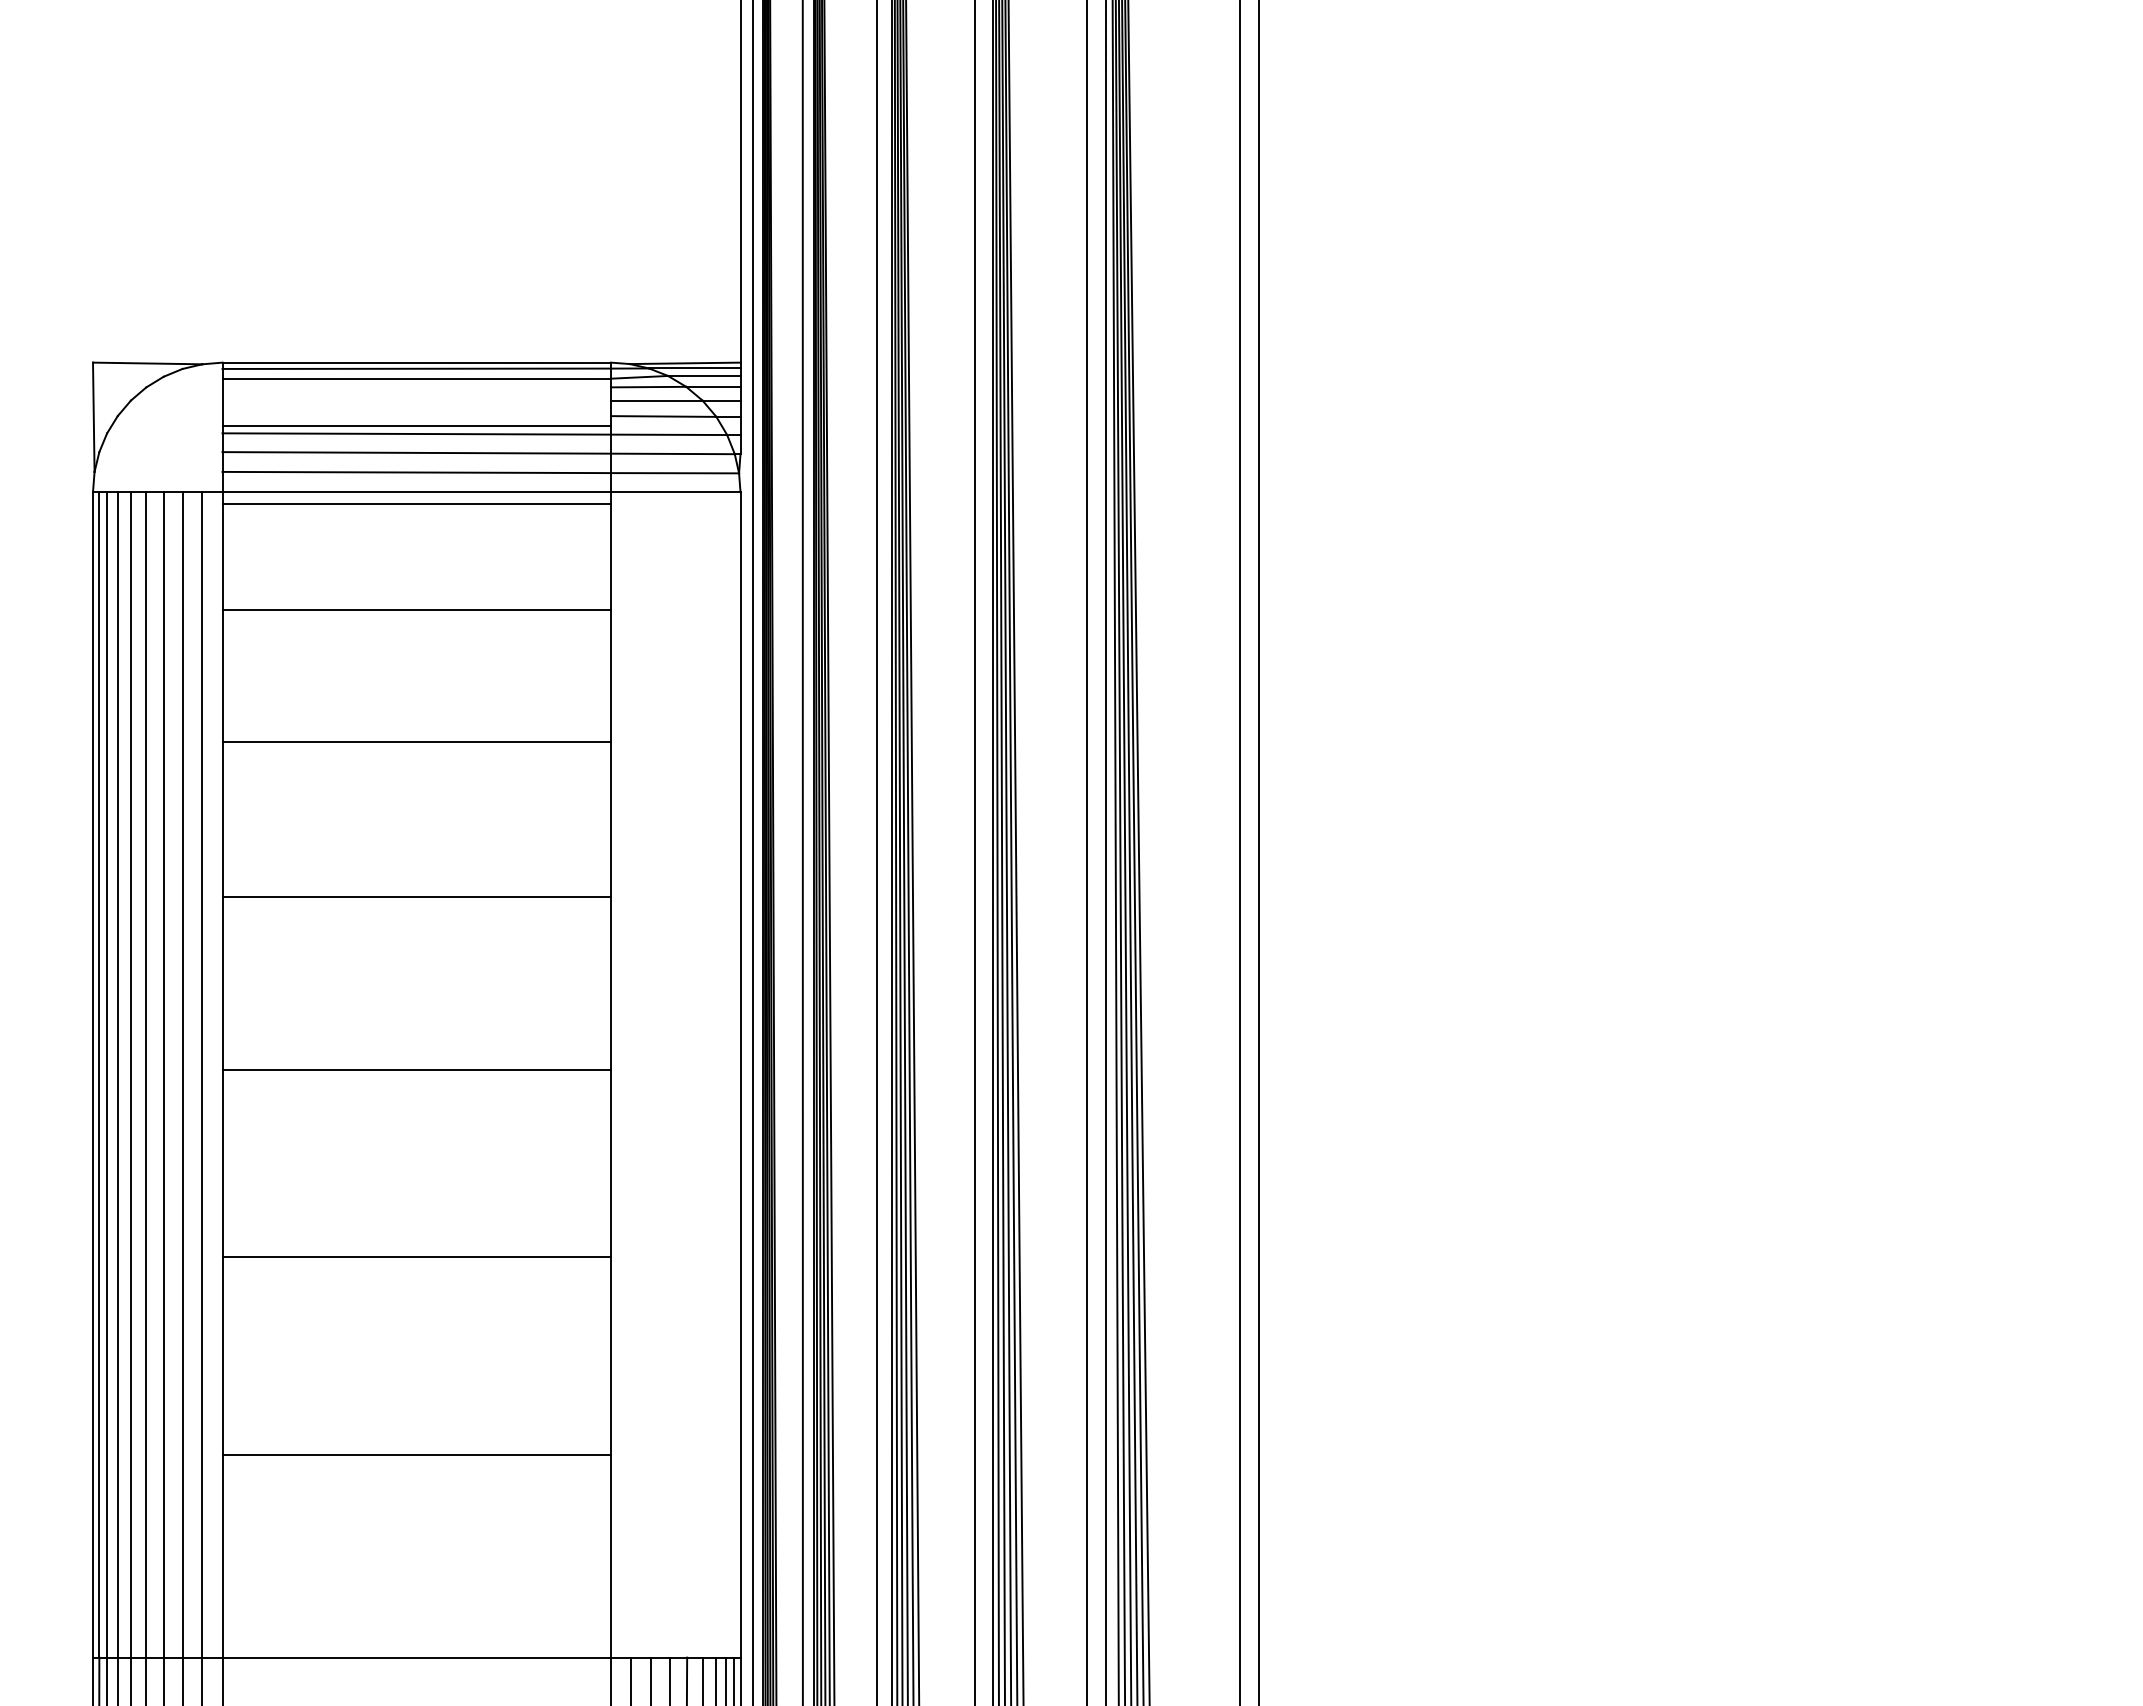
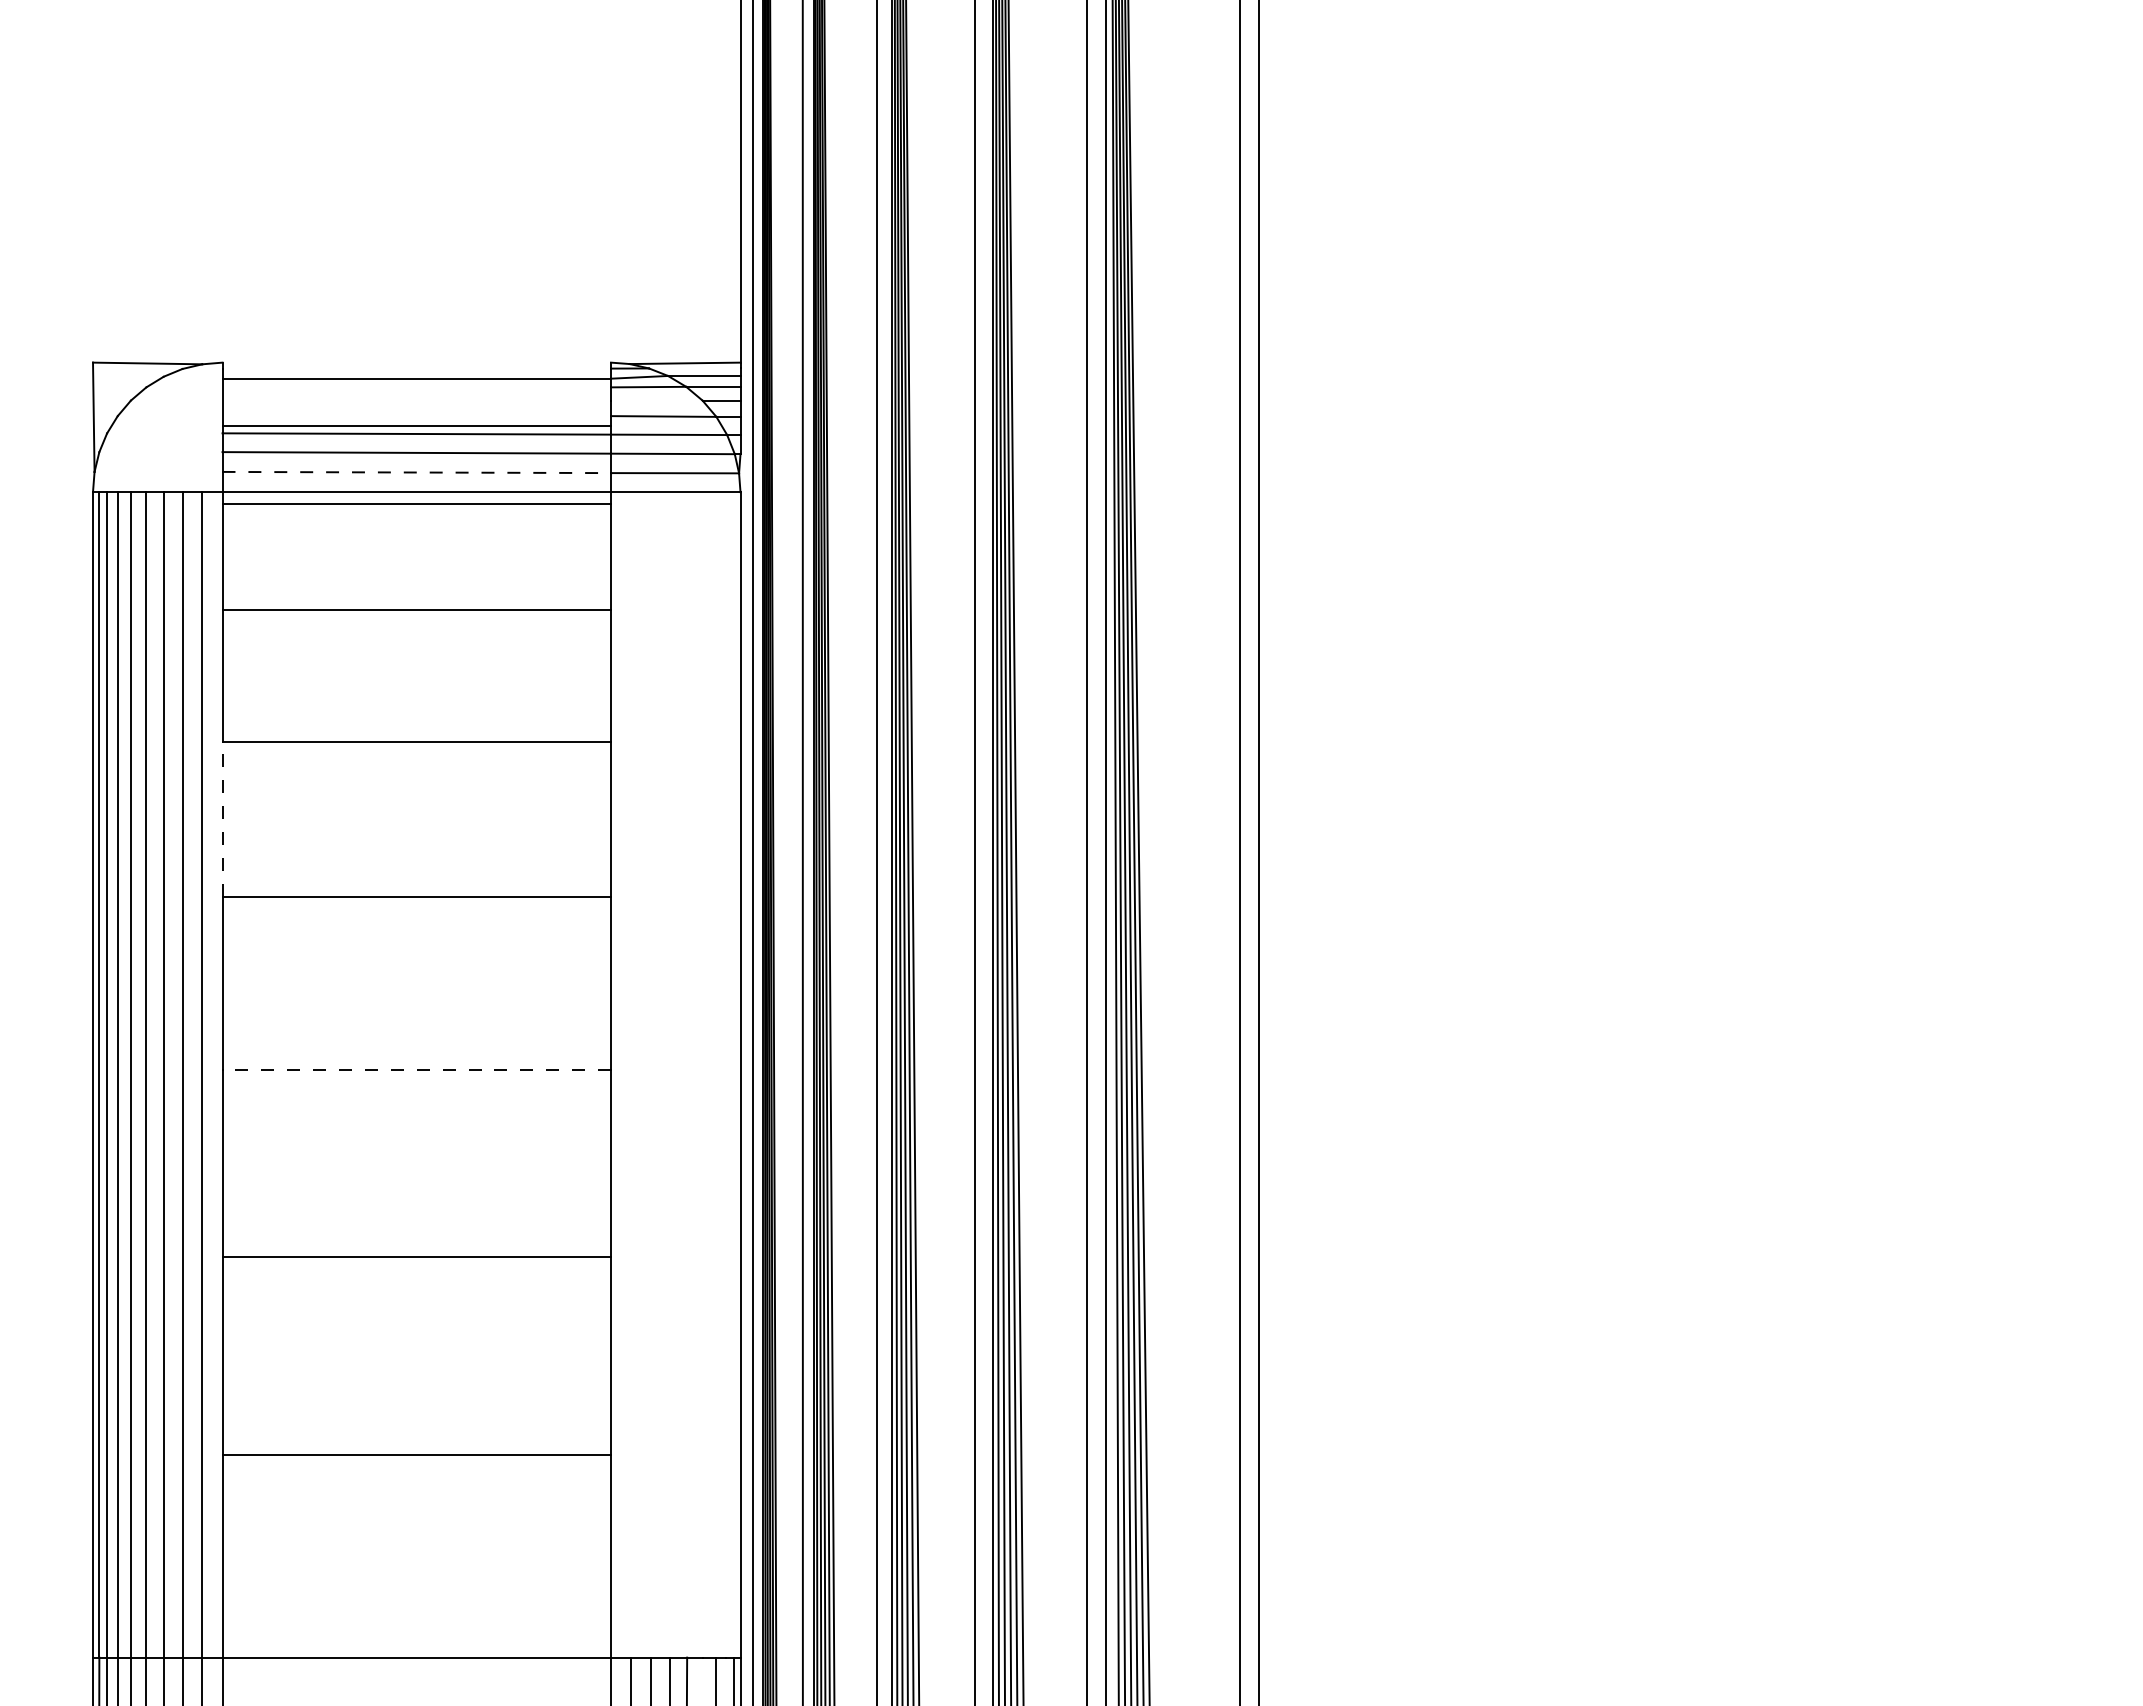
line at (416, 362): present -> none
line at (416, 368): present -> none
line at (694, 368): present -> none
line at (656, 400): present -> none
line at (417, 472): solid -> dashed
line at (222, 818): solid -> dashed
line at (416, 1069): solid -> dashed
line at (702, 1679): present -> none
line at (726, 1679): present -> none
